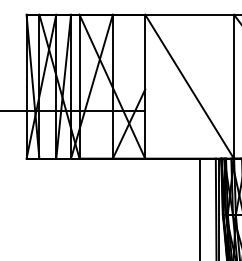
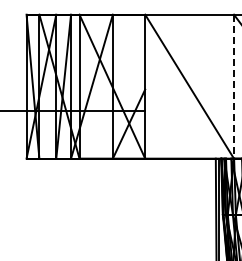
line at (233, 86): solid -> dashed
line at (200, 207): present -> none
